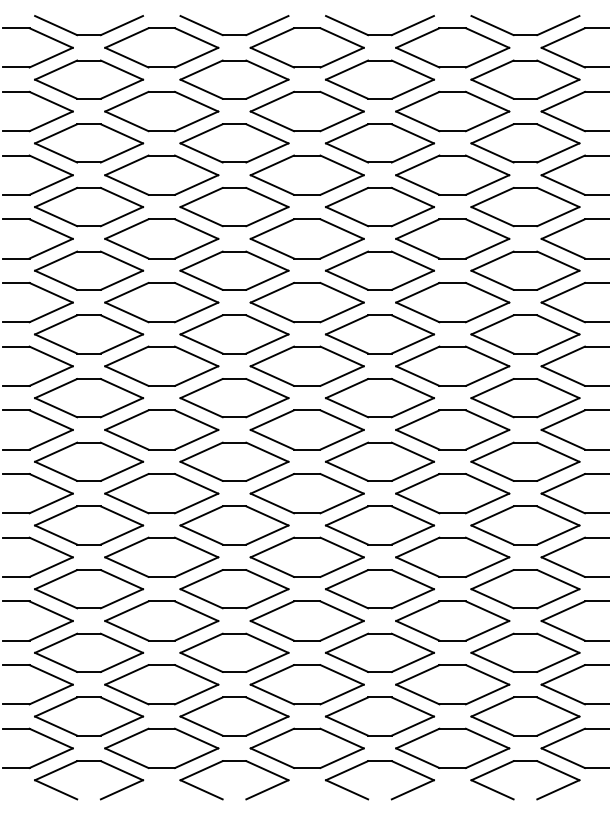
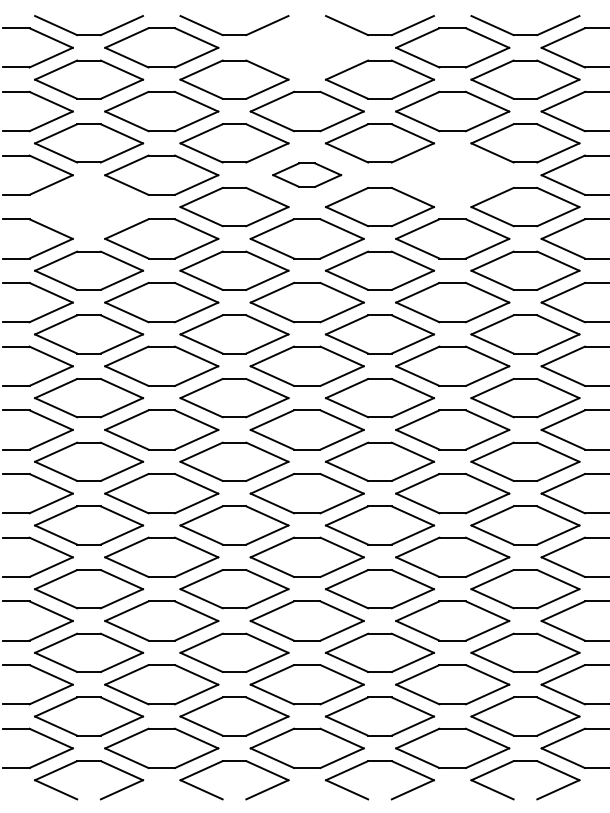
part at (306, 47): present -> none
part at (306, 174) size: 116x42 px -> 71x26 px
part at (452, 174): present -> none
part at (88, 206): present -> none
